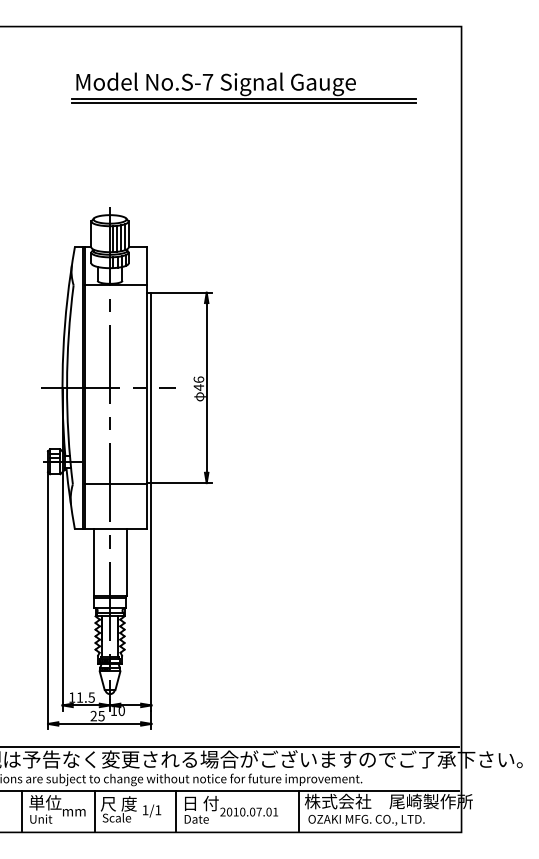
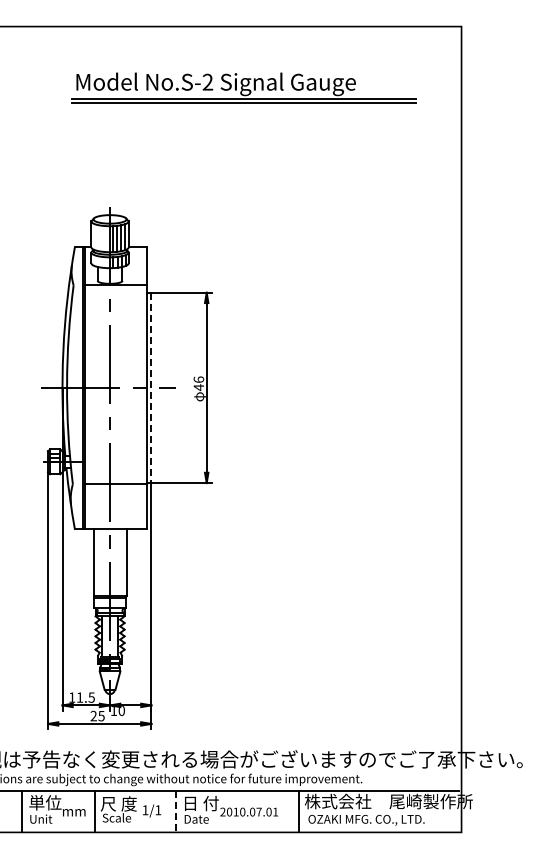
text at (207, 81): No.S-7 -> No.S-2
line at (151, 388): solid -> dashed
line at (230, 746): present -> none
line at (175, 811): solid -> dashed
